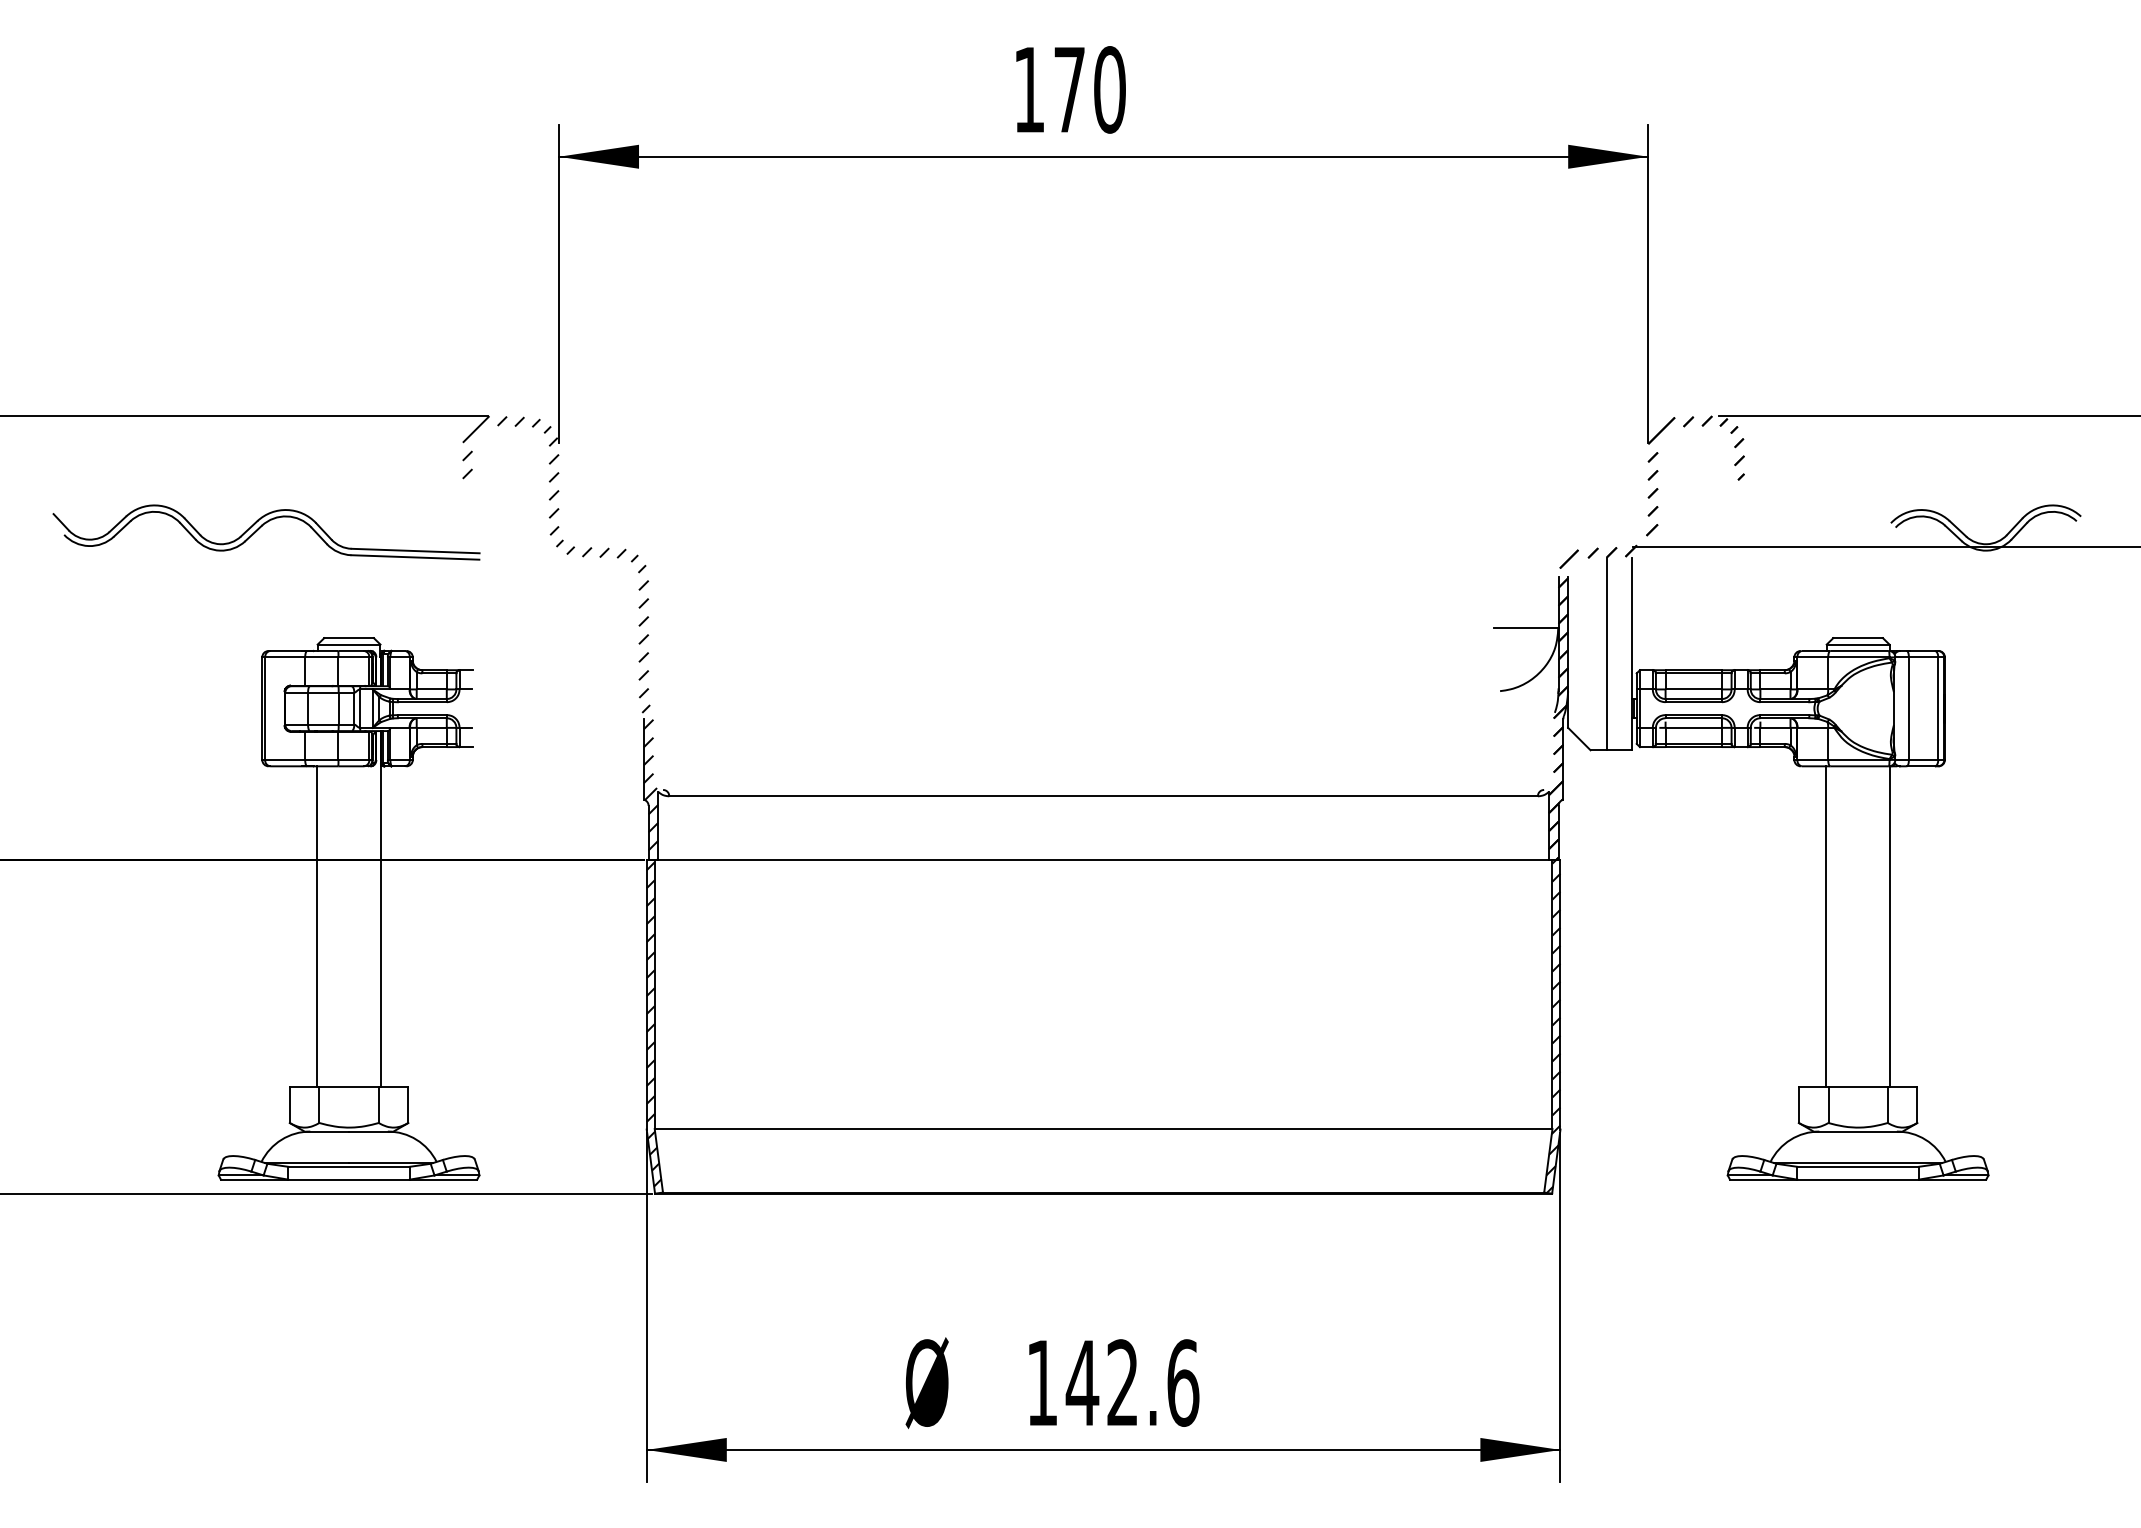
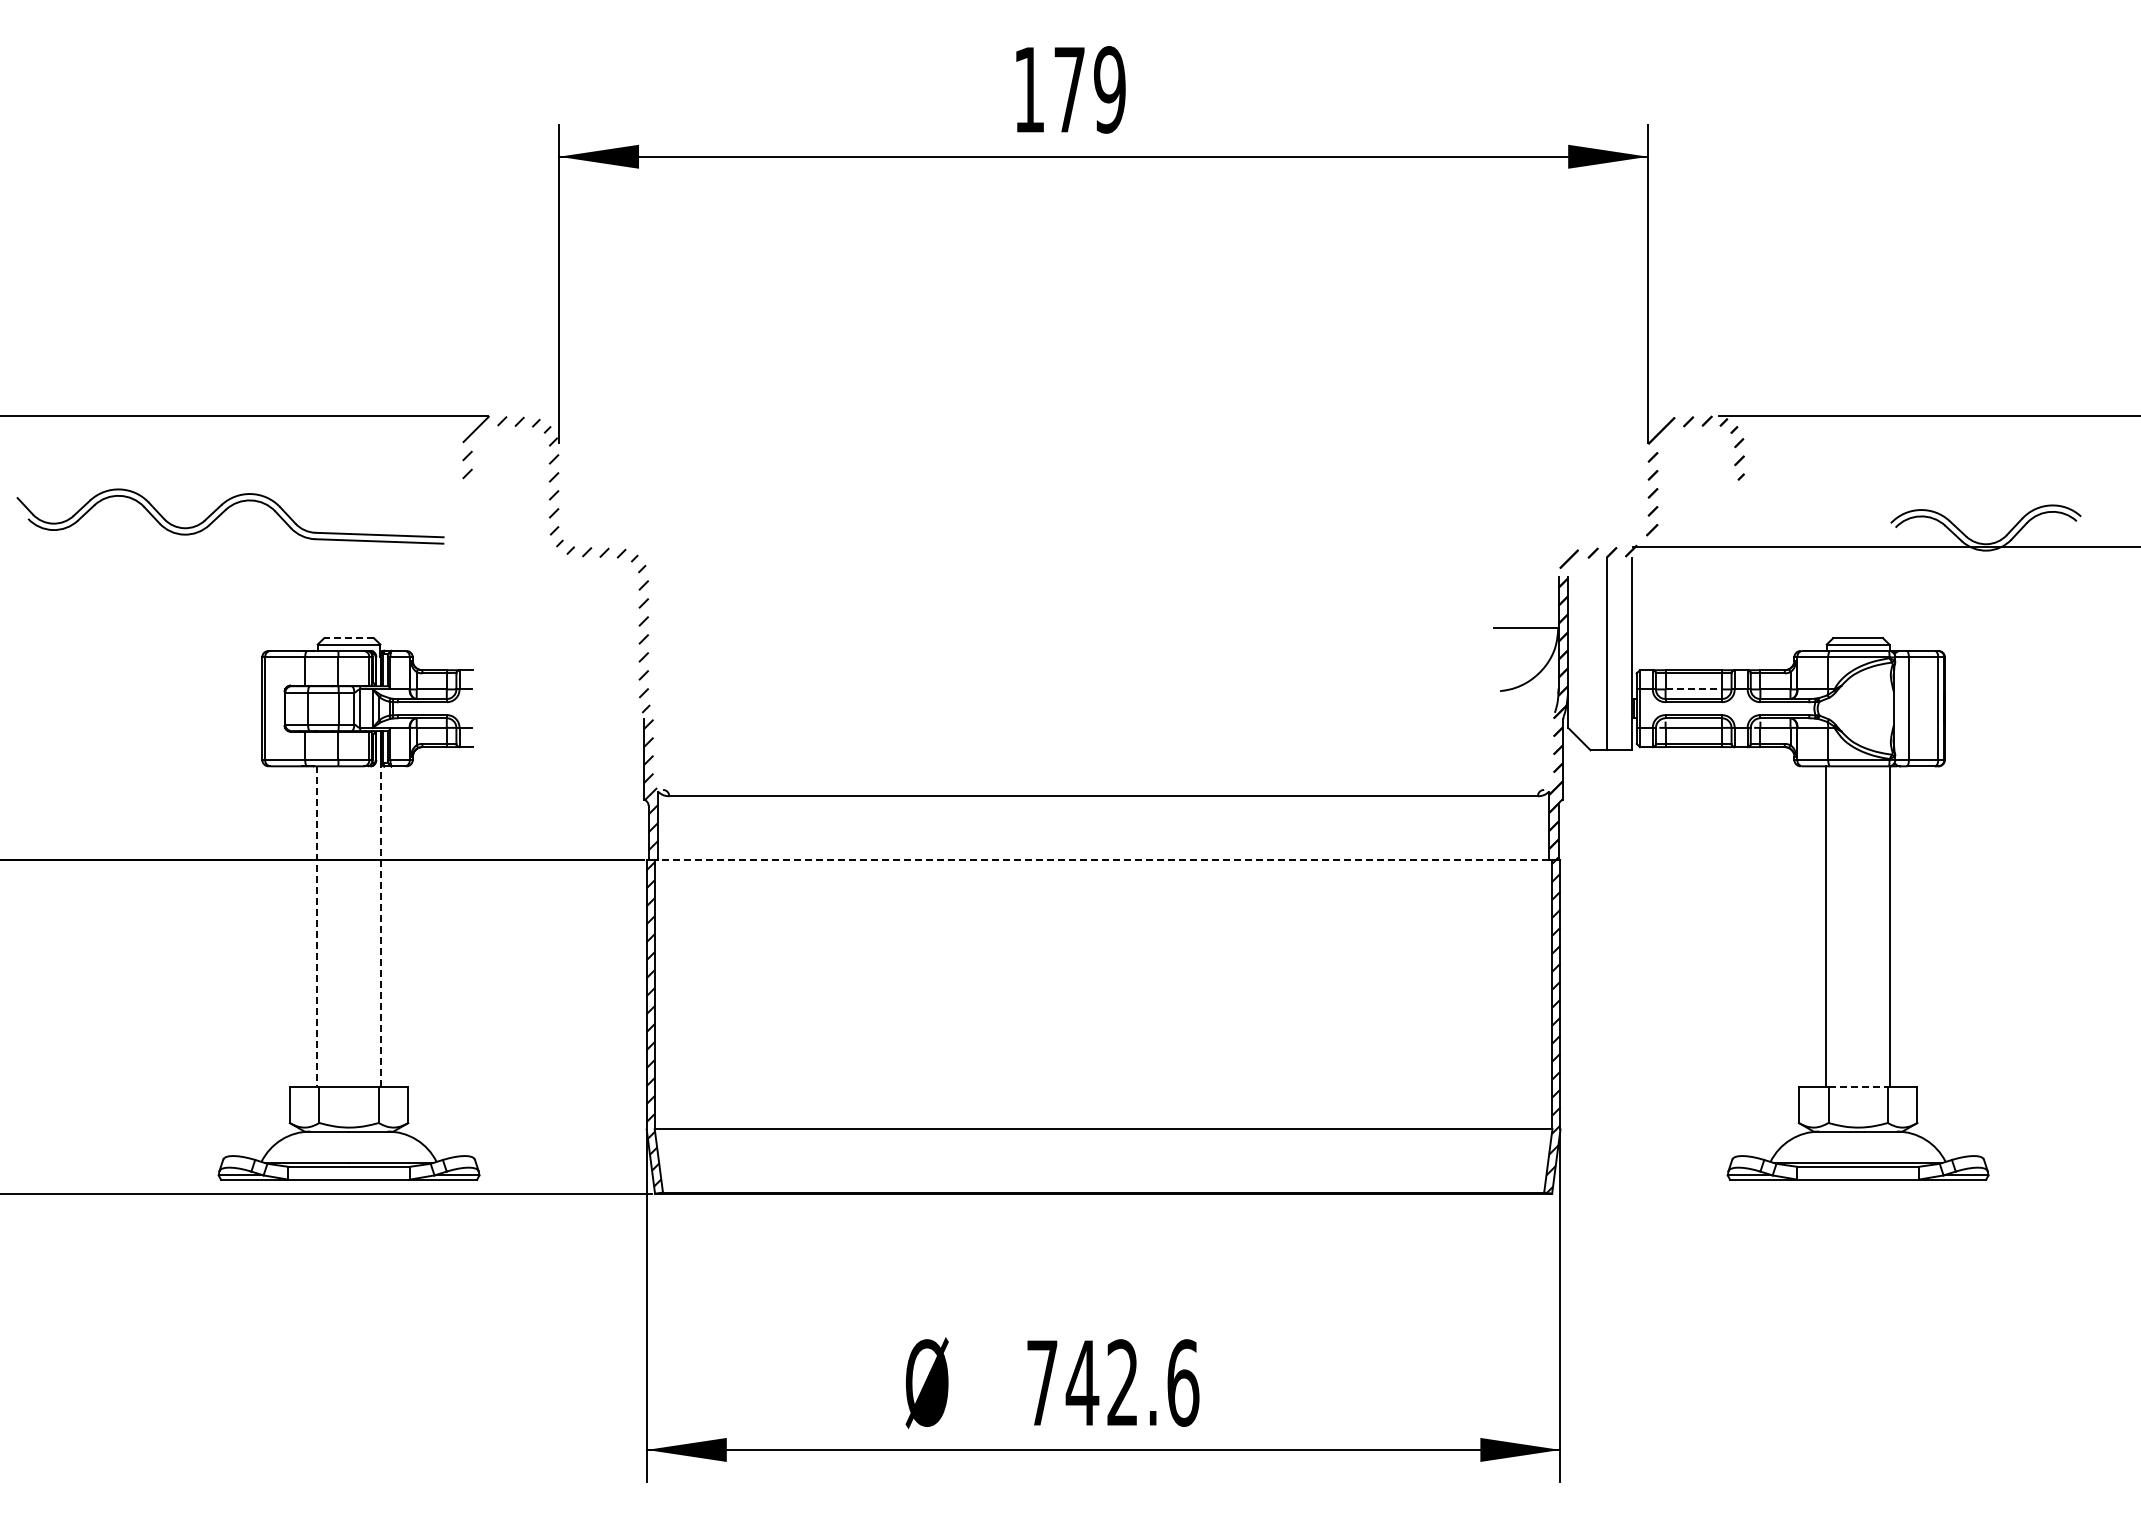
text at (1109, 89): 170 -> 179
part at (261, 527) position: (261, 527) -> (225, 511)
line at (349, 638): solid -> dashed
line at (1694, 689): solid -> dashed
line at (1103, 860): solid -> dashed
line at (381, 925): solid -> dashed
line at (317, 927): solid -> dashed
line at (1858, 1086): solid -> dashed
text at (1042, 1382): 142.6 -> 742.6
